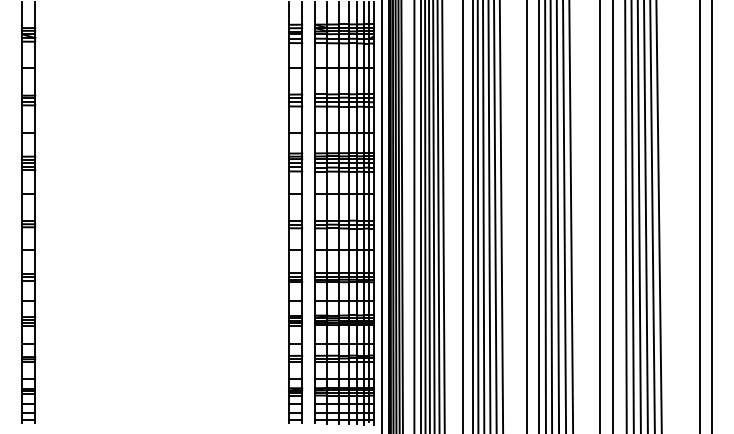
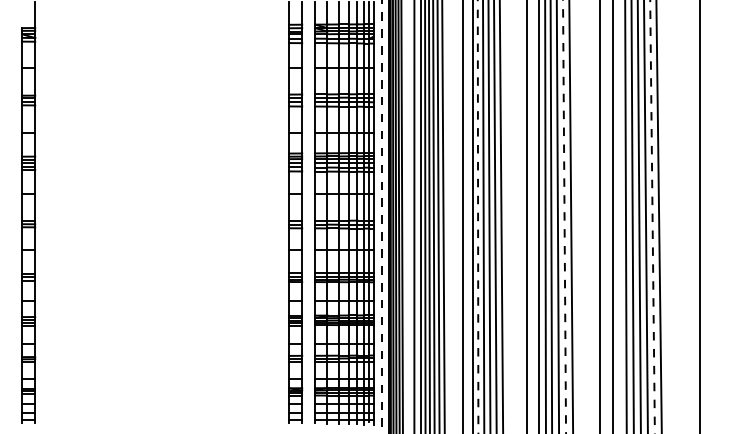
line at (22, 15): present -> none
line at (381, 215): solid -> dashed
line at (711, 216): present -> none
line at (478, 217): solid -> dashed
line at (564, 217): solid -> dashed
line at (652, 217): solid -> dashed
